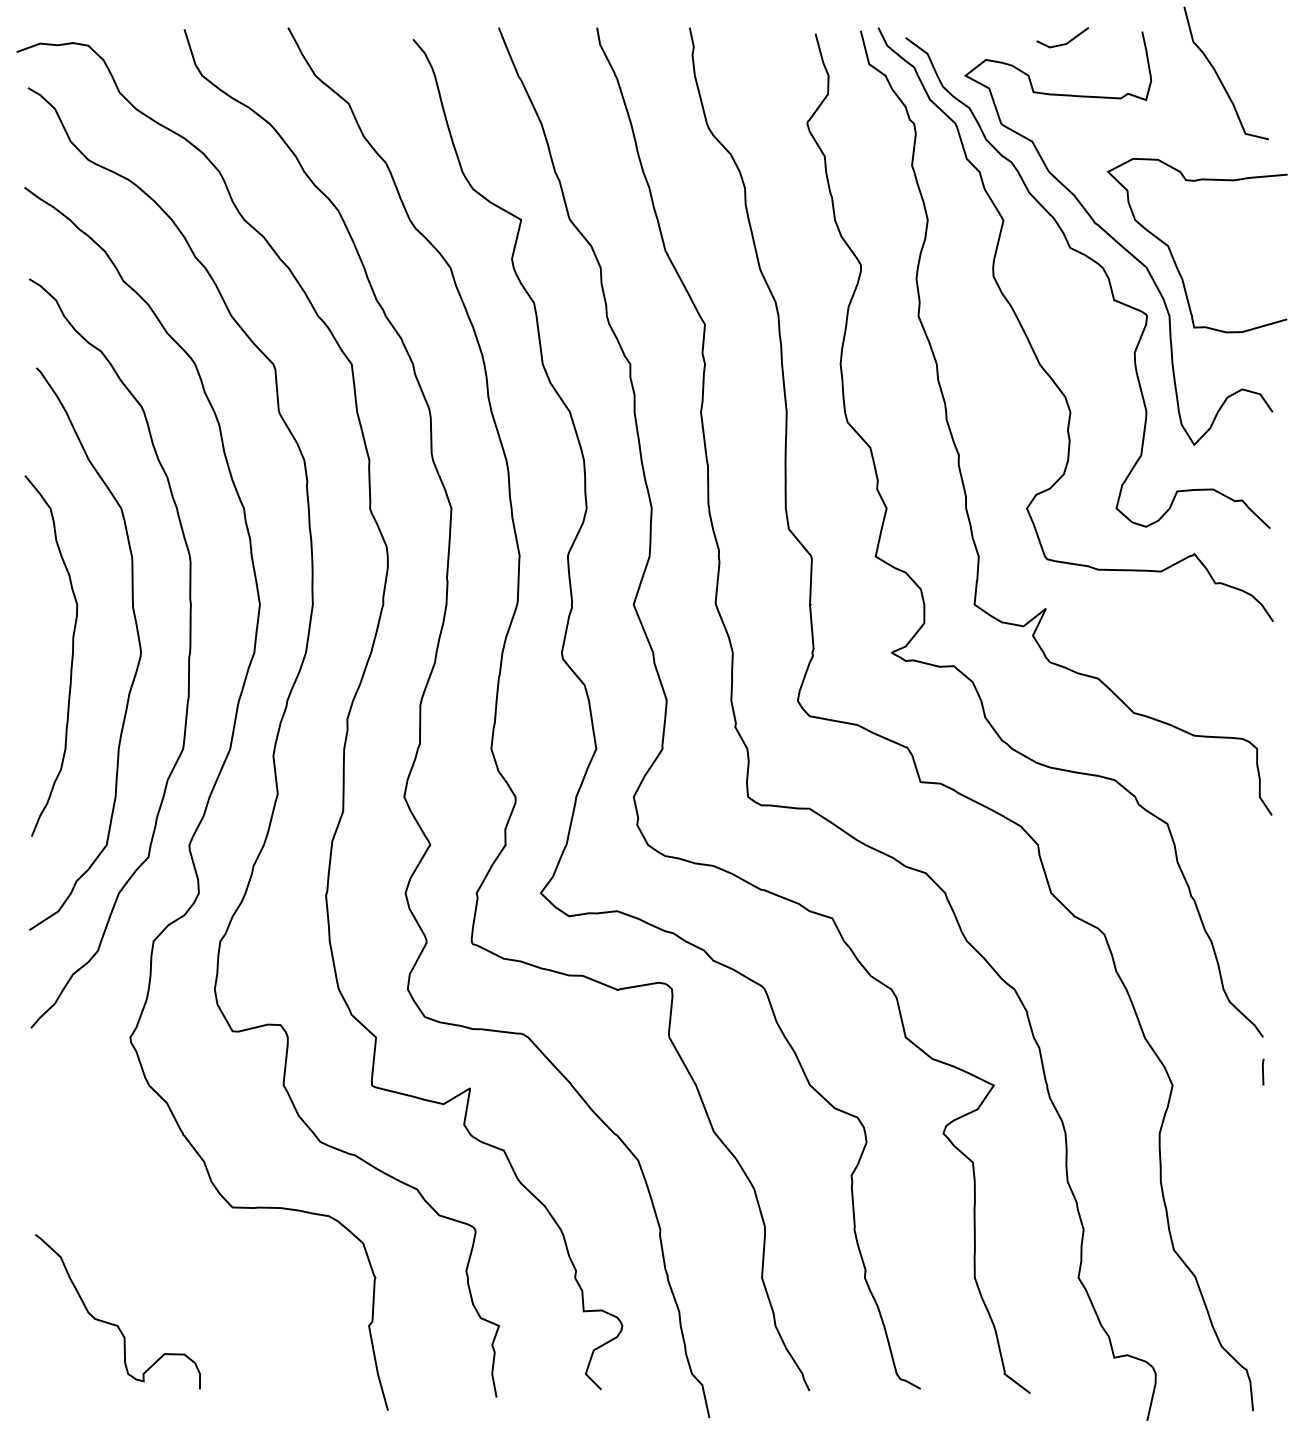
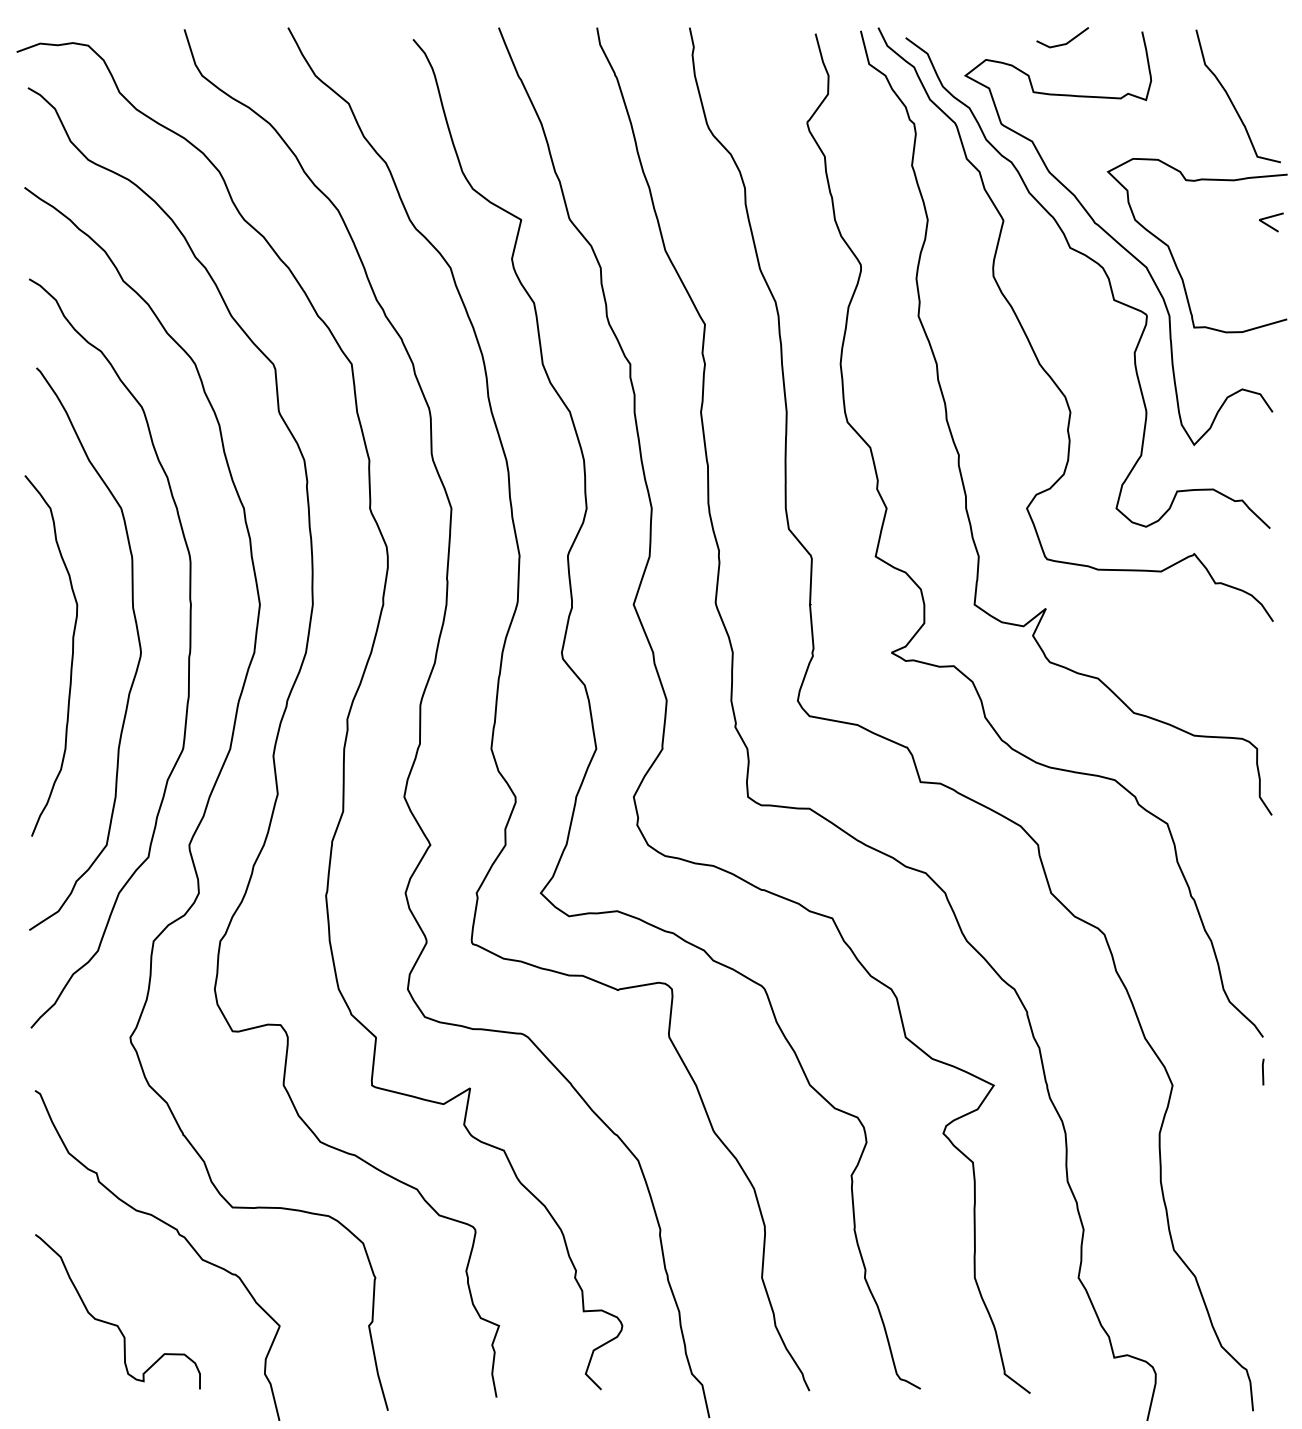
curve at (1219, 76) position: (1219, 76) -> (1231, 99)
line at (1270, 225): none -> present
curve at (178, 1235): none -> present
